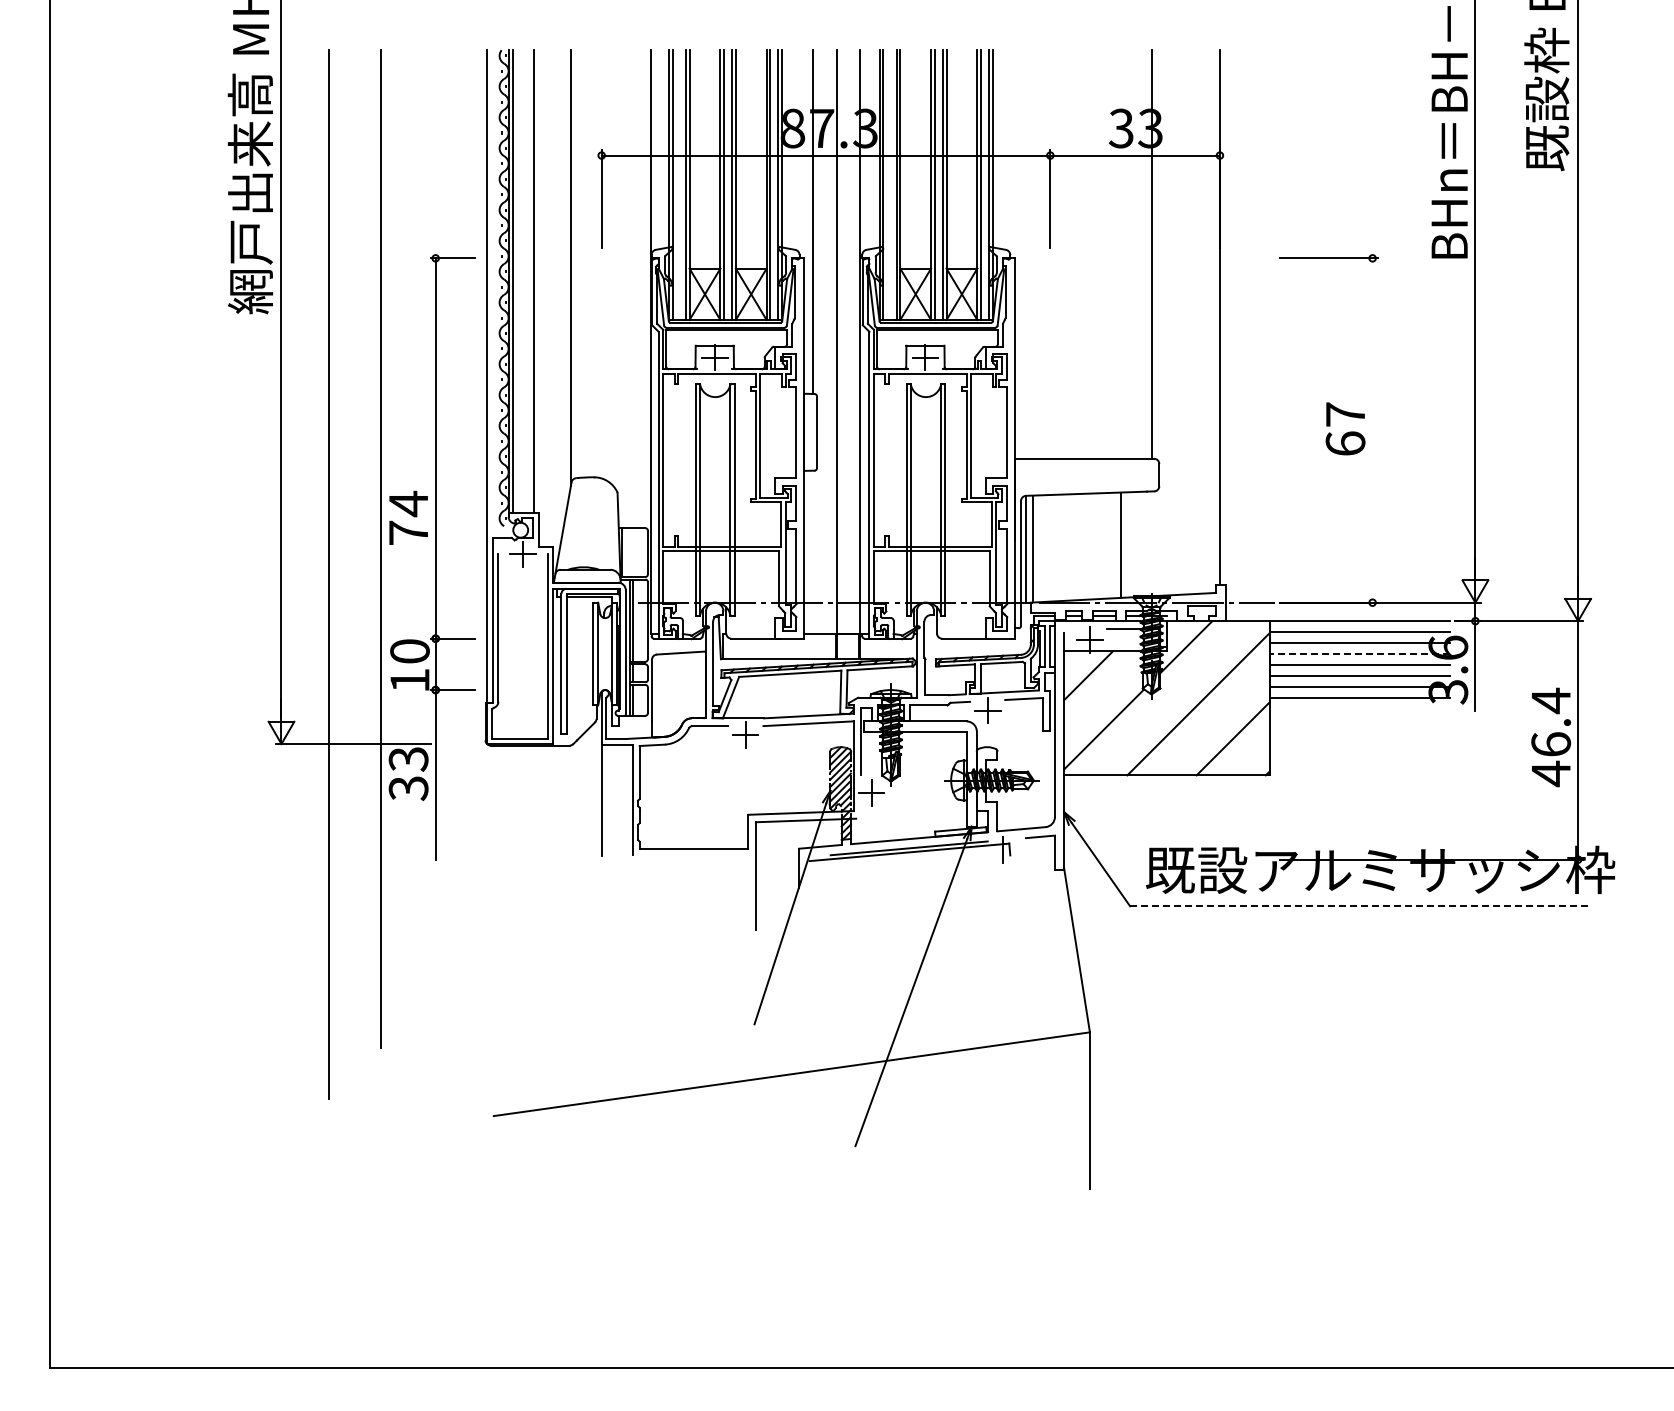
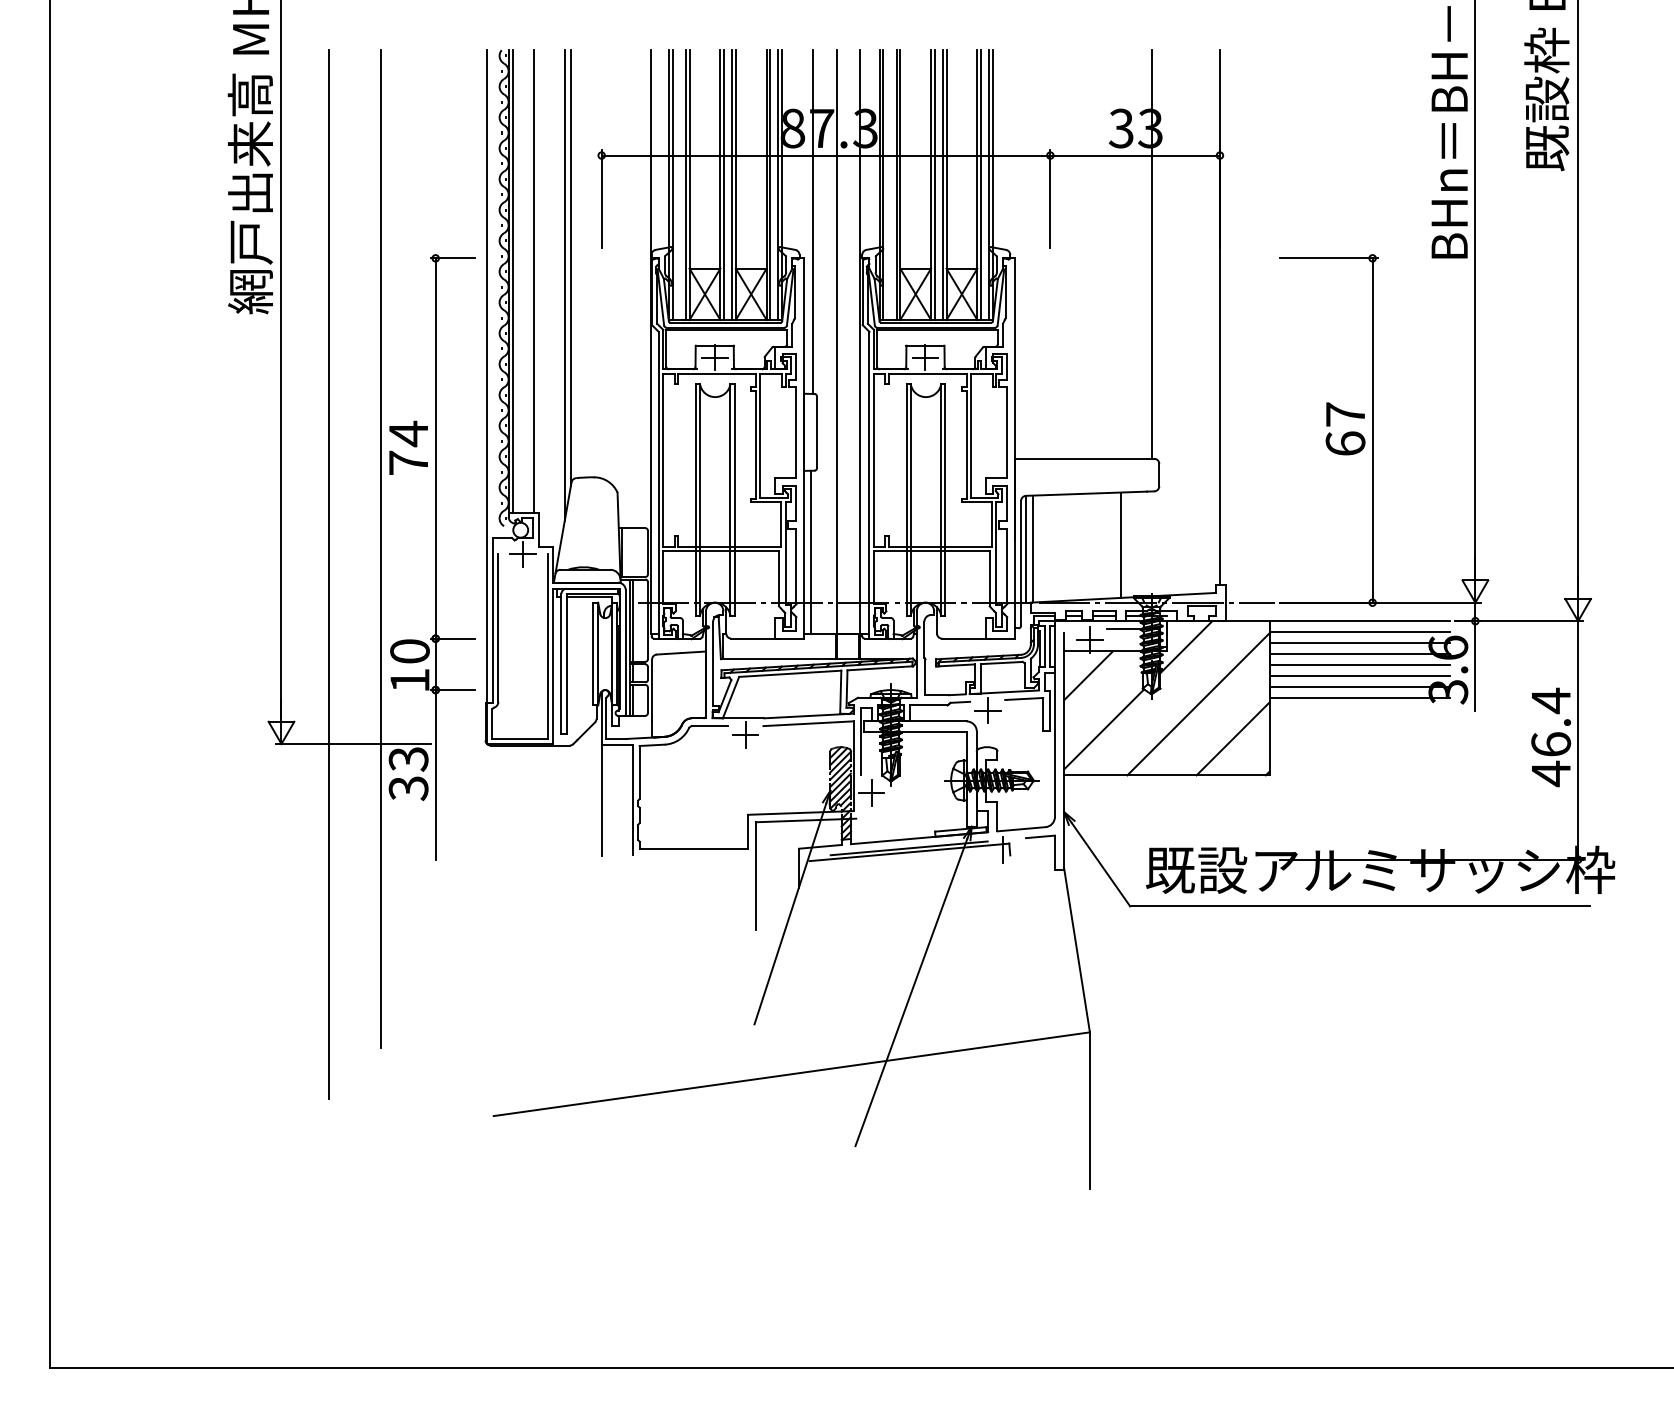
line at (564, 285): none -> present
line at (1372, 430): none -> present
text at (408, 517) position: (408, 517) -> (408, 447)
line at (811, 551): none -> present
line at (1359, 654): dashed -> solid
line at (1360, 906): dashed -> solid
